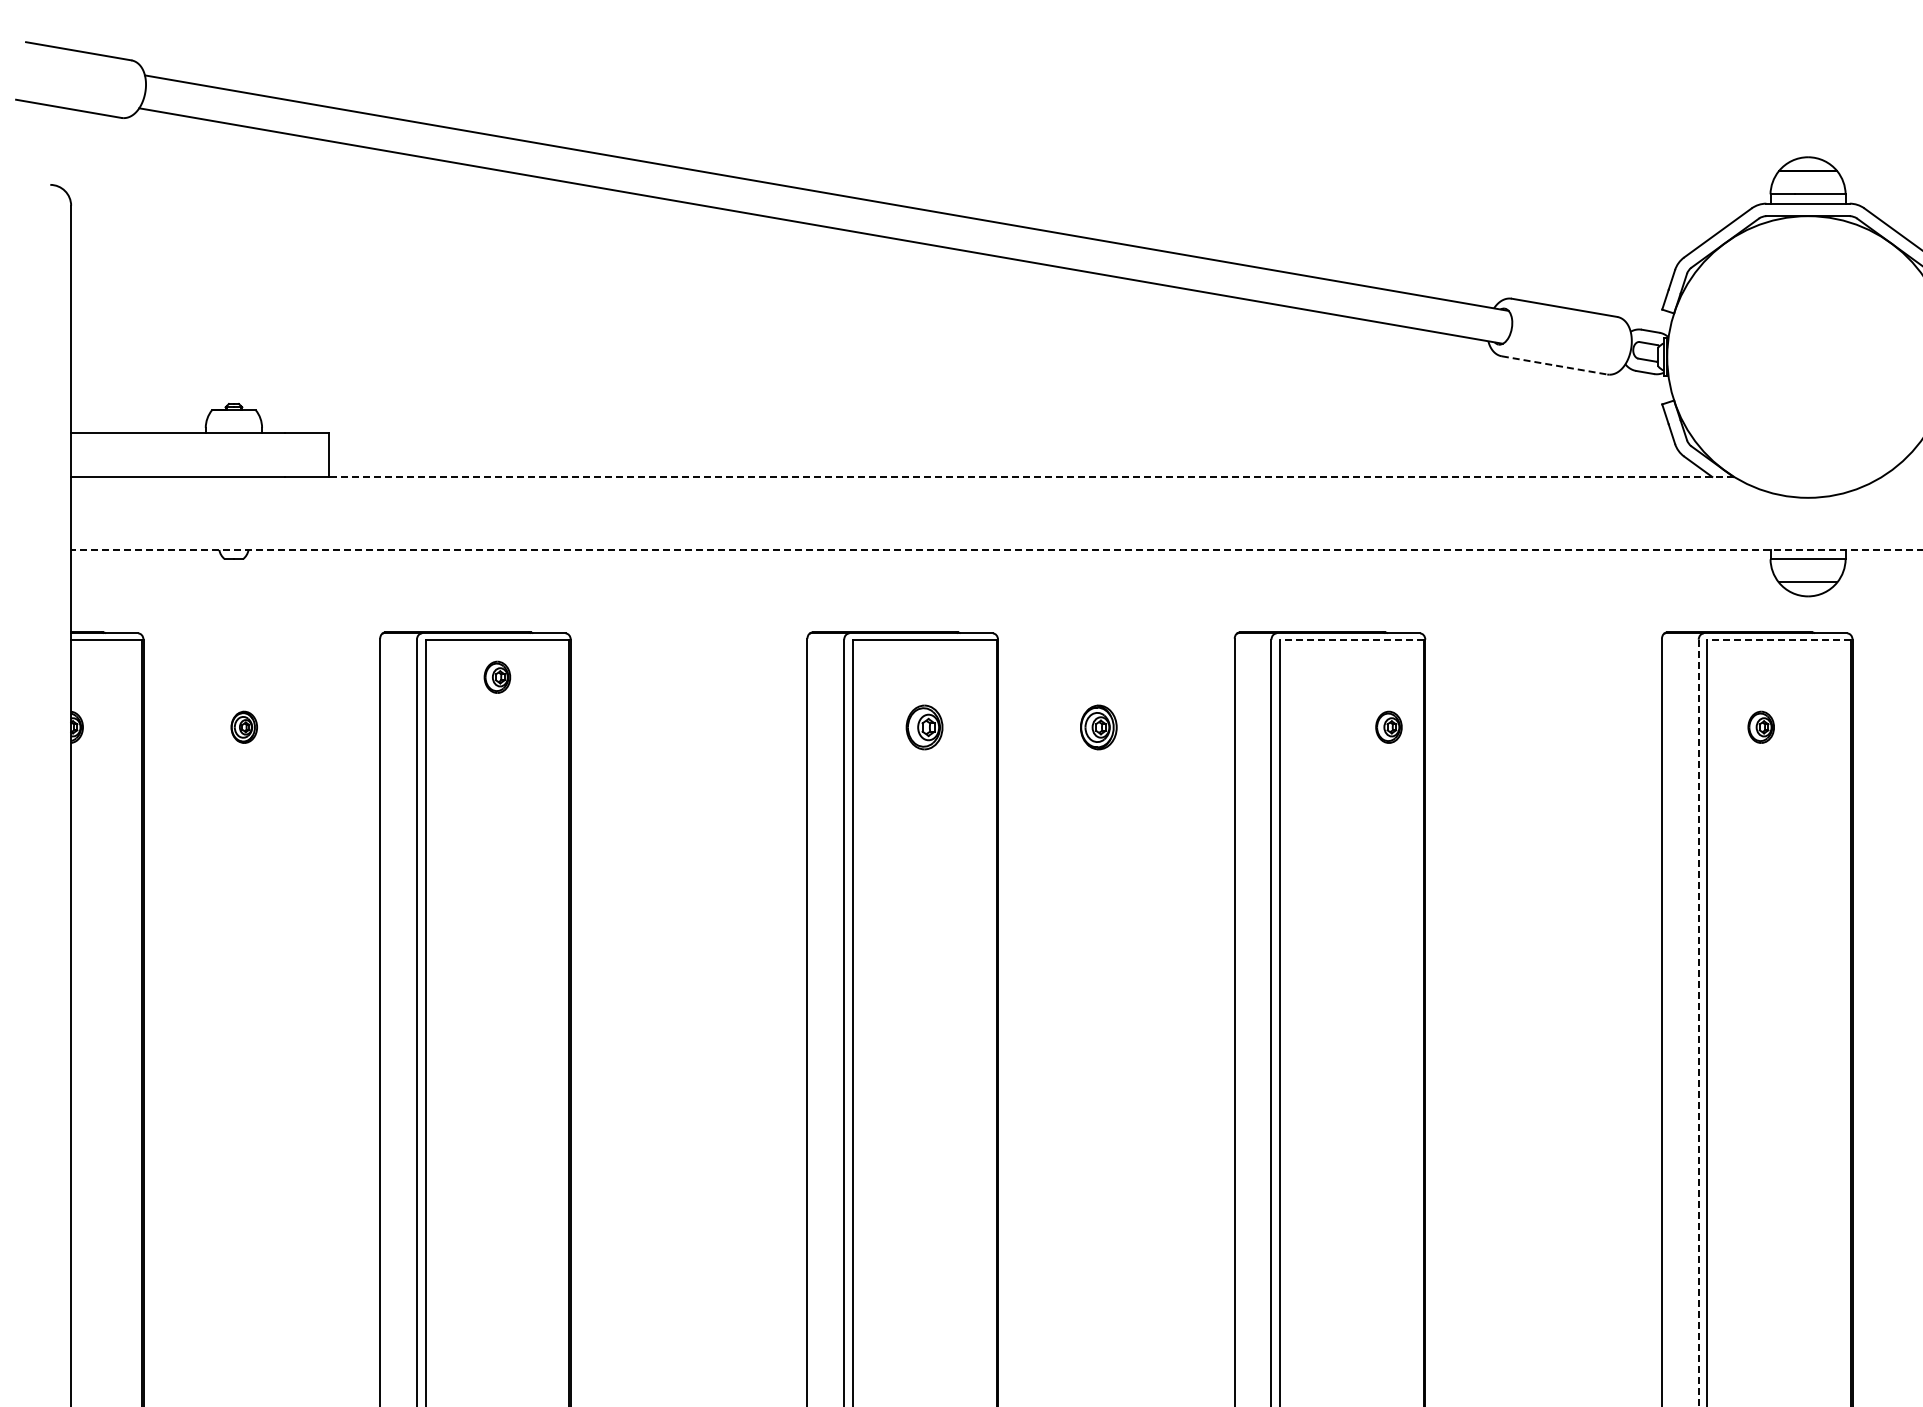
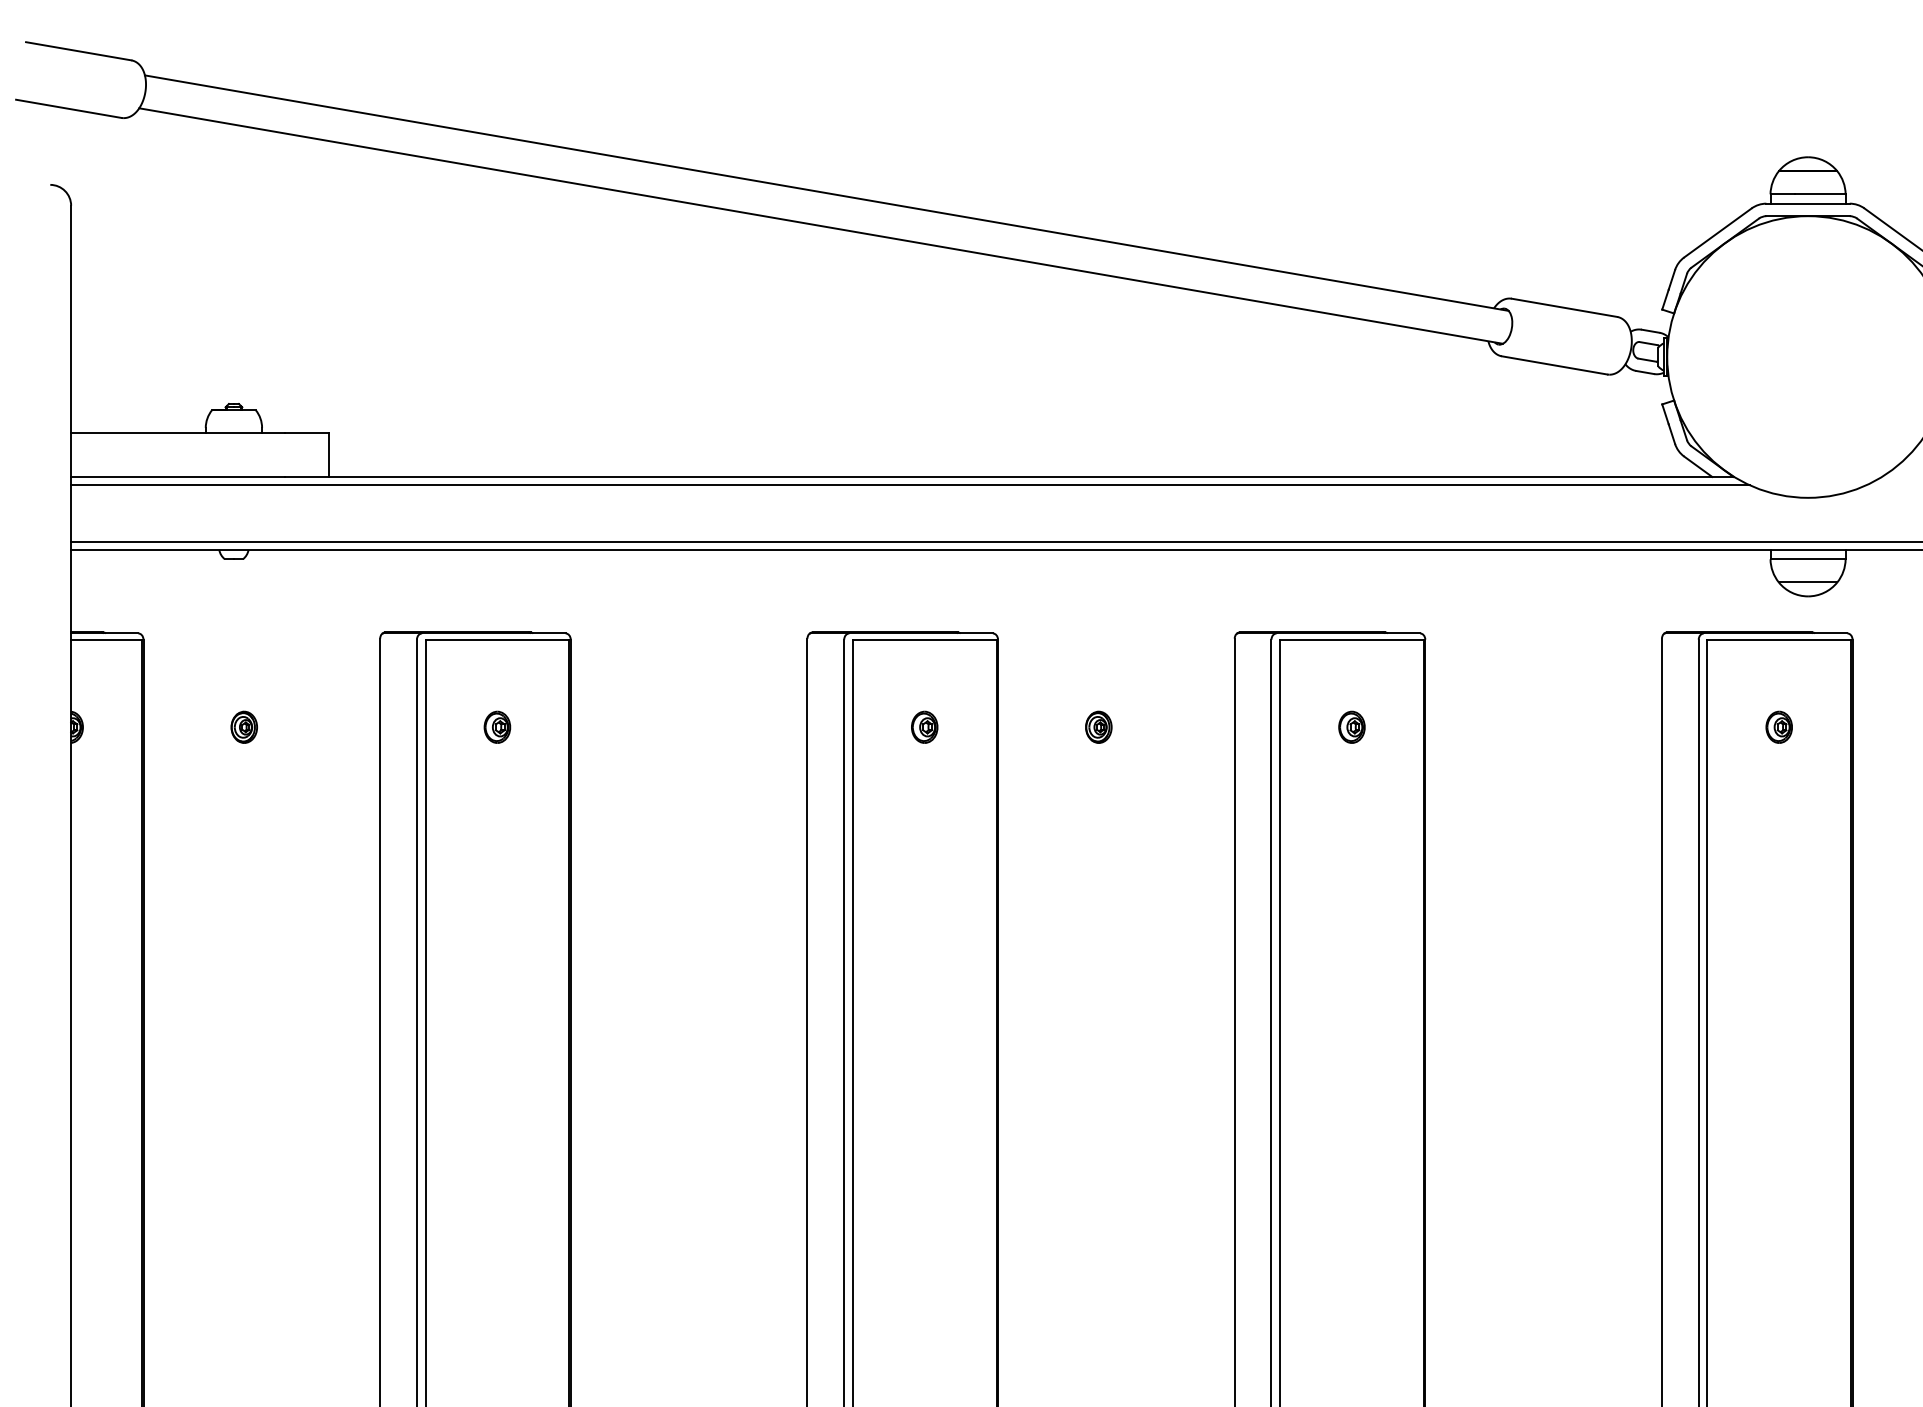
line at (1555, 365): dashed -> solid
line at (1031, 476): dashed -> solid
line at (910, 485): none -> present
line at (995, 541): none -> present
line at (997, 550): dashed -> solid
line at (1351, 639): dashed -> solid
line at (1779, 639): dashed -> solid
part at (497, 676) position: (497, 676) -> (497, 726)
part at (1388, 726) position: (1388, 726) -> (1351, 726)
part at (1760, 726) position: (1760, 726) -> (1778, 726)
part at (924, 727) size: 39x47 px -> 28x34 px
part at (1098, 727) size: 38x47 px -> 28x34 px
line at (1698, 1023): dashed -> solid
